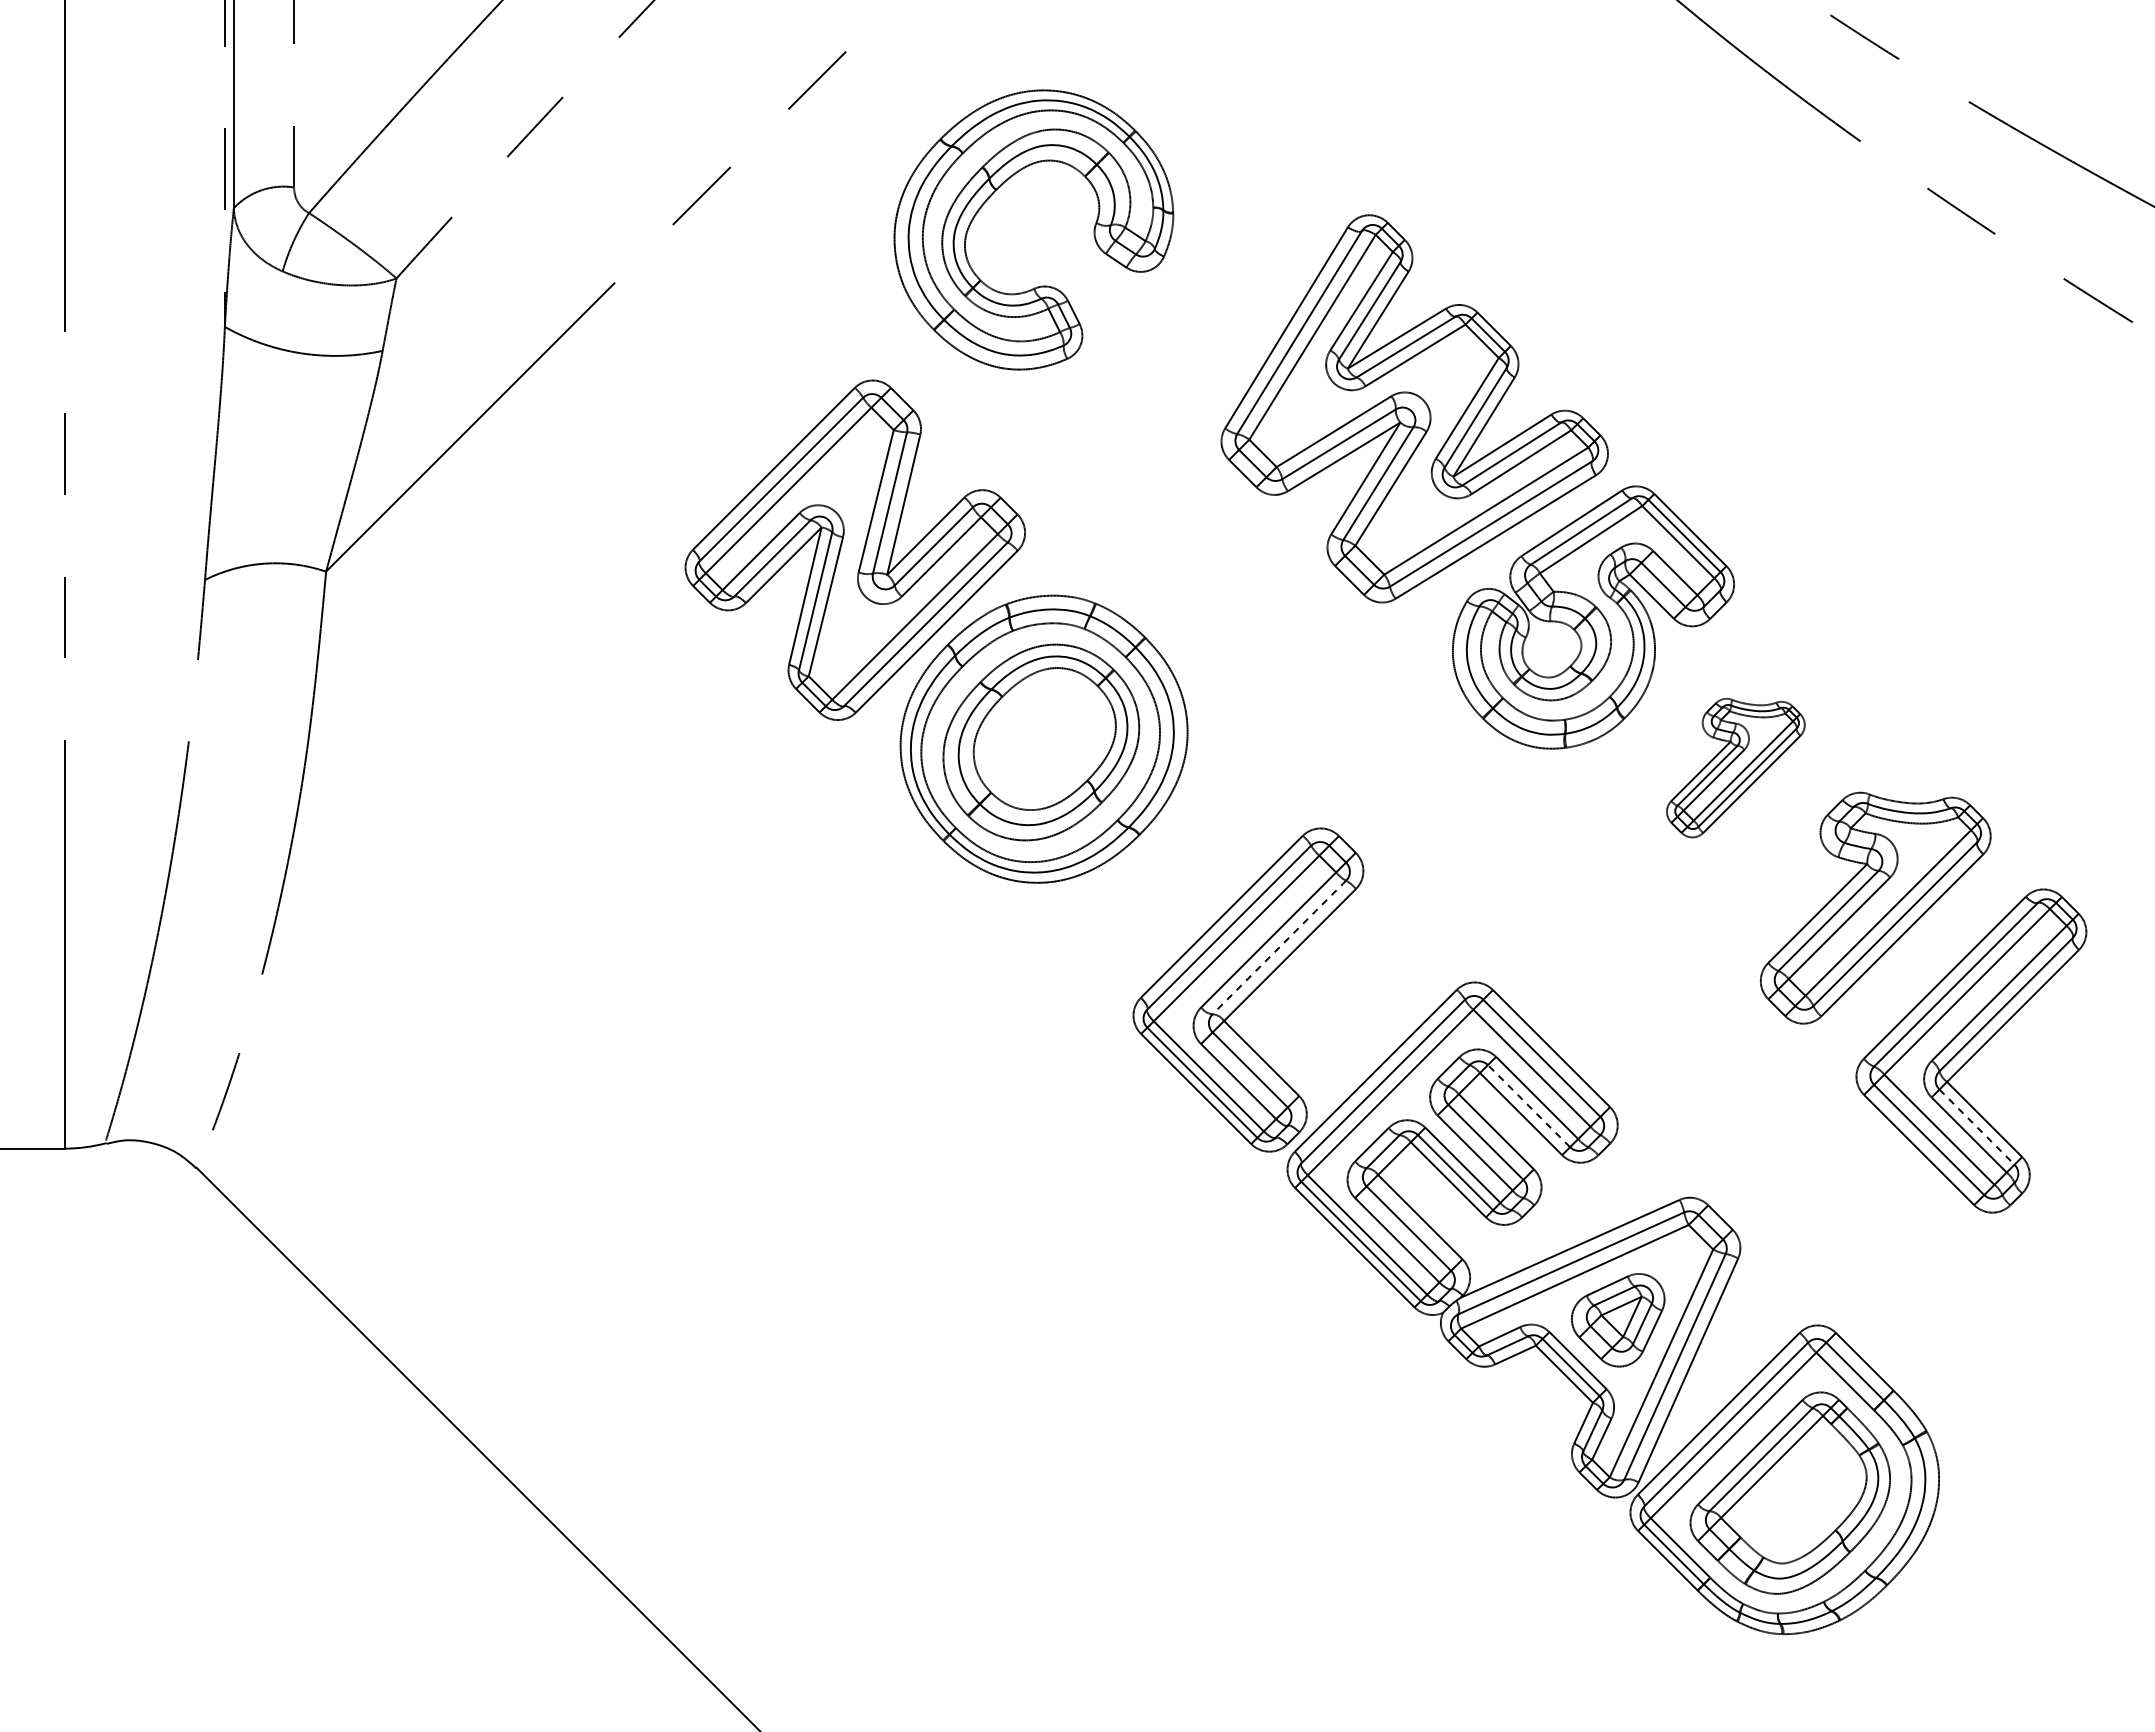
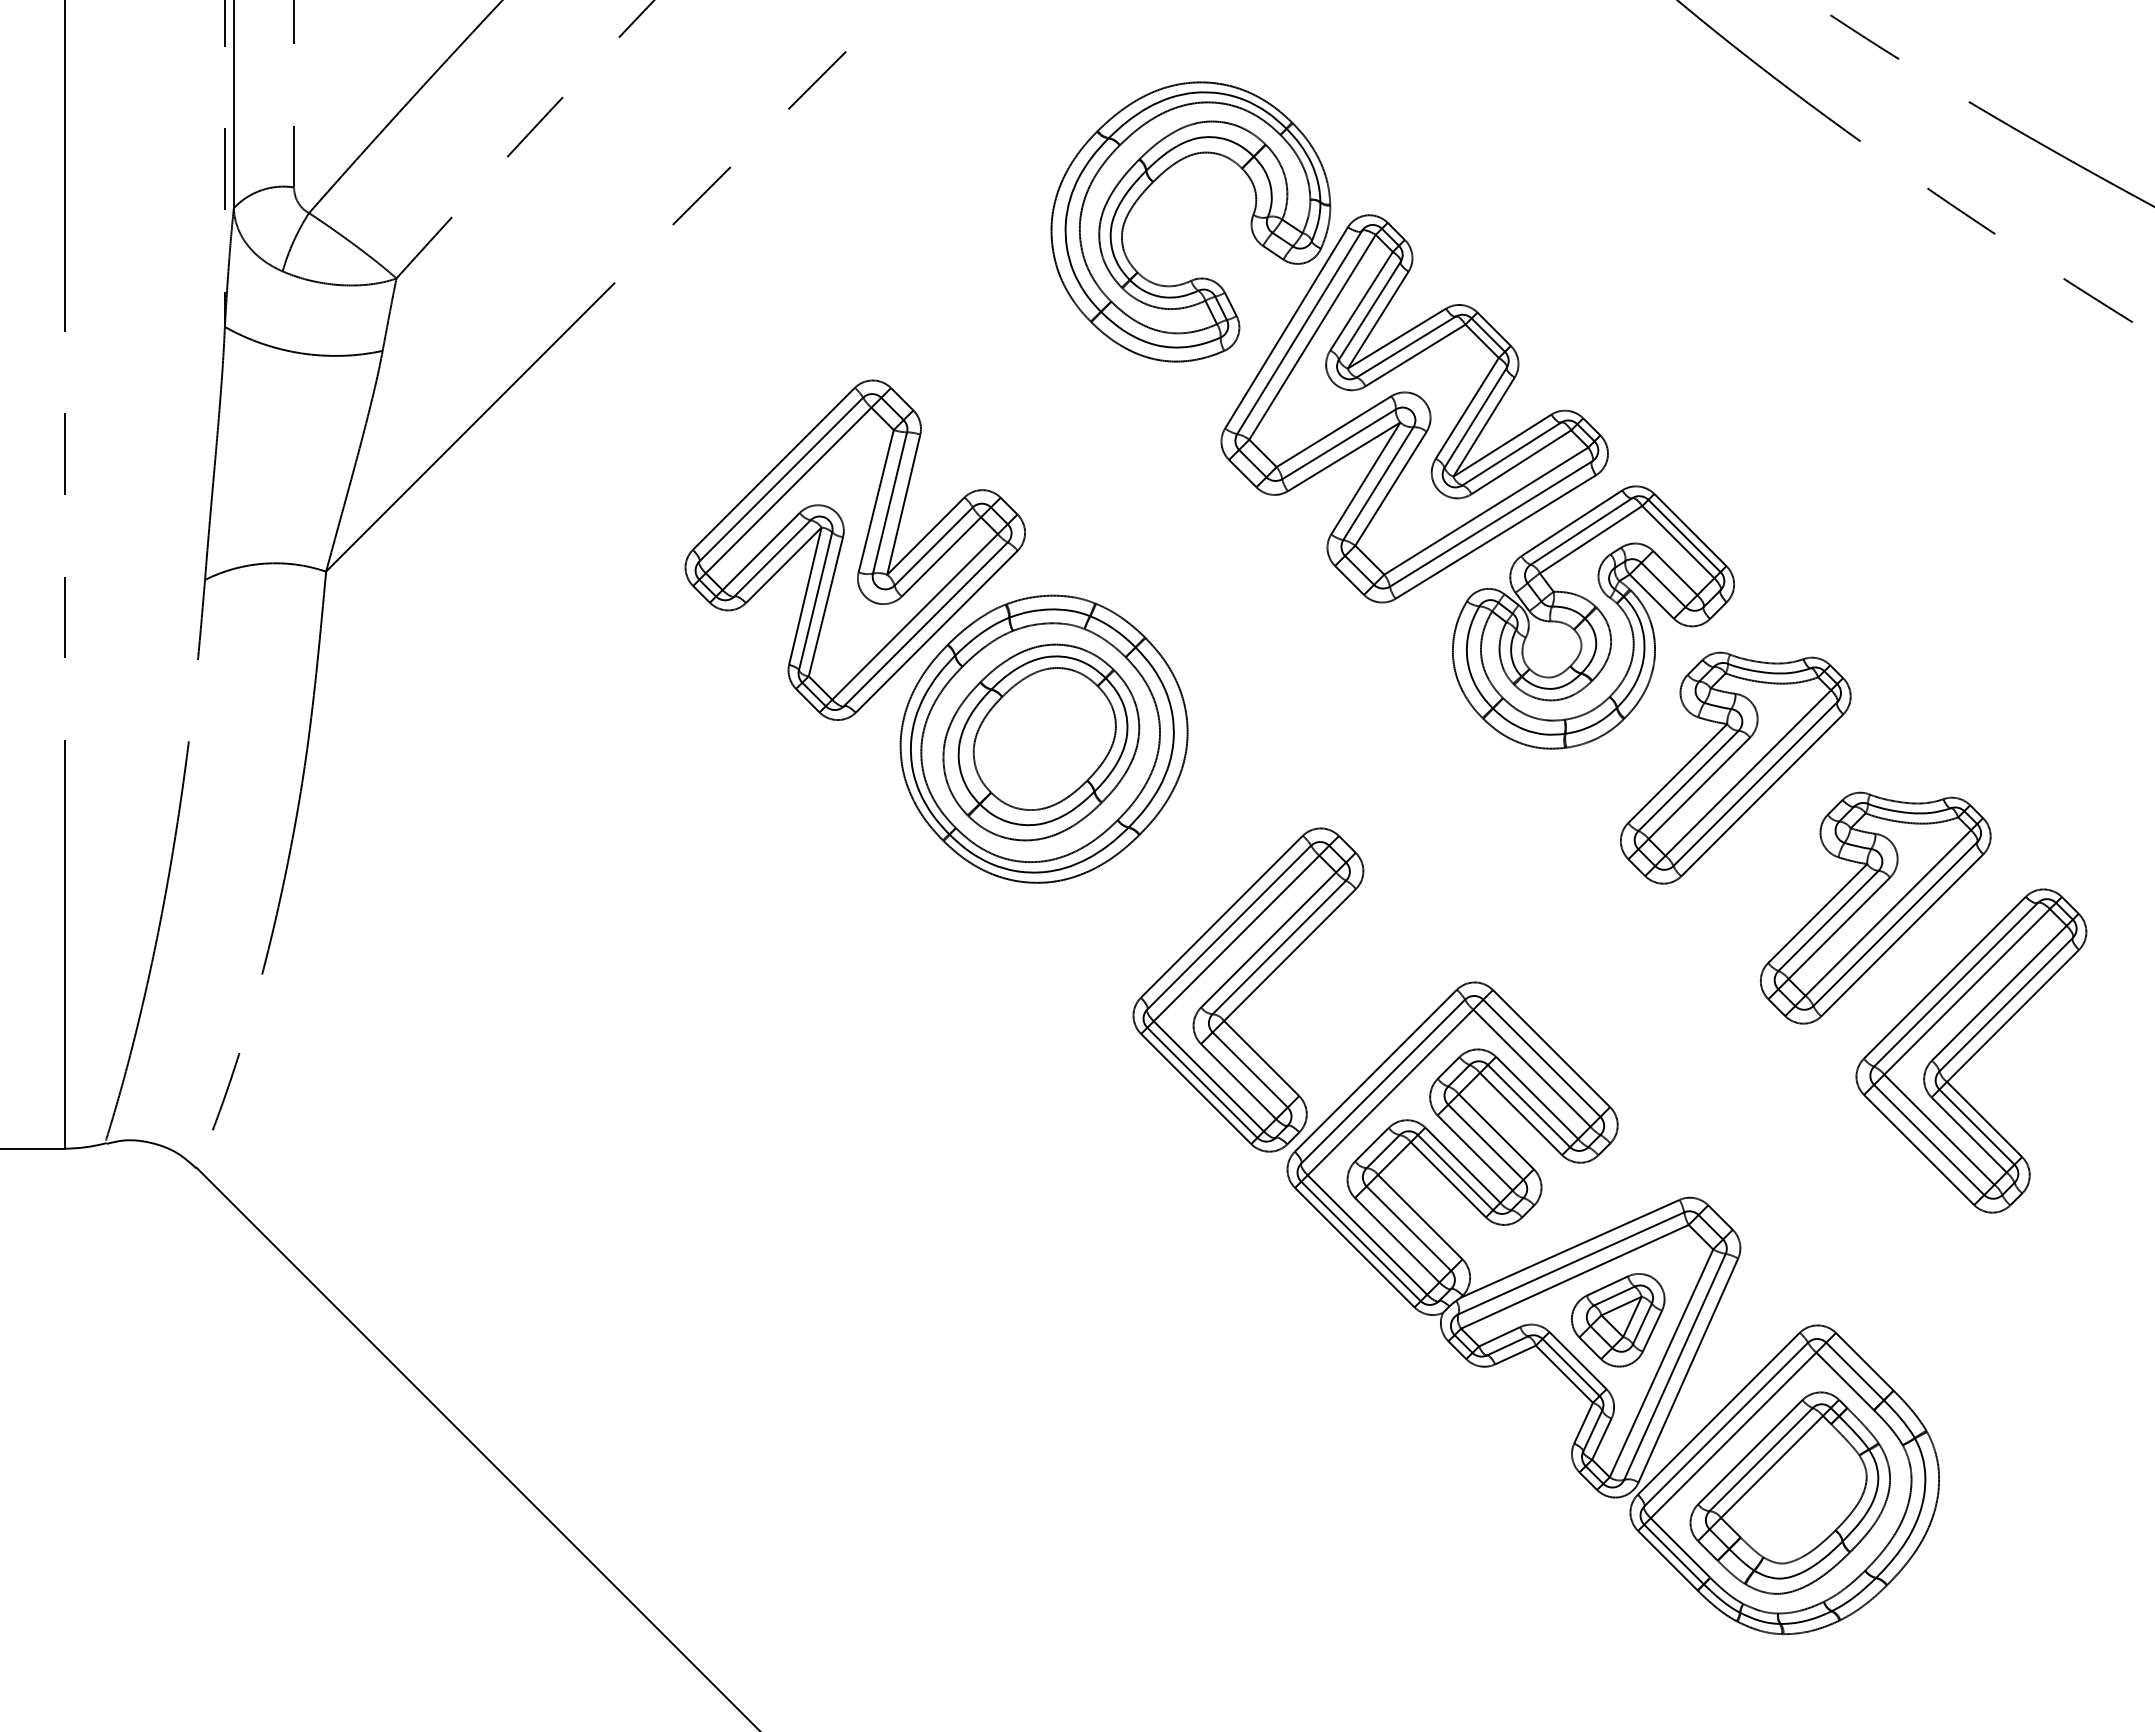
part at (996, 191) position: (996, 191) -> (1153, 183)
part at (1735, 768) size: 140x141 px -> 232x234 px
line at (1279, 947): dashed -> solid
line at (1528, 1105): dashed -> solid
line at (1977, 1127): dashed -> solid
